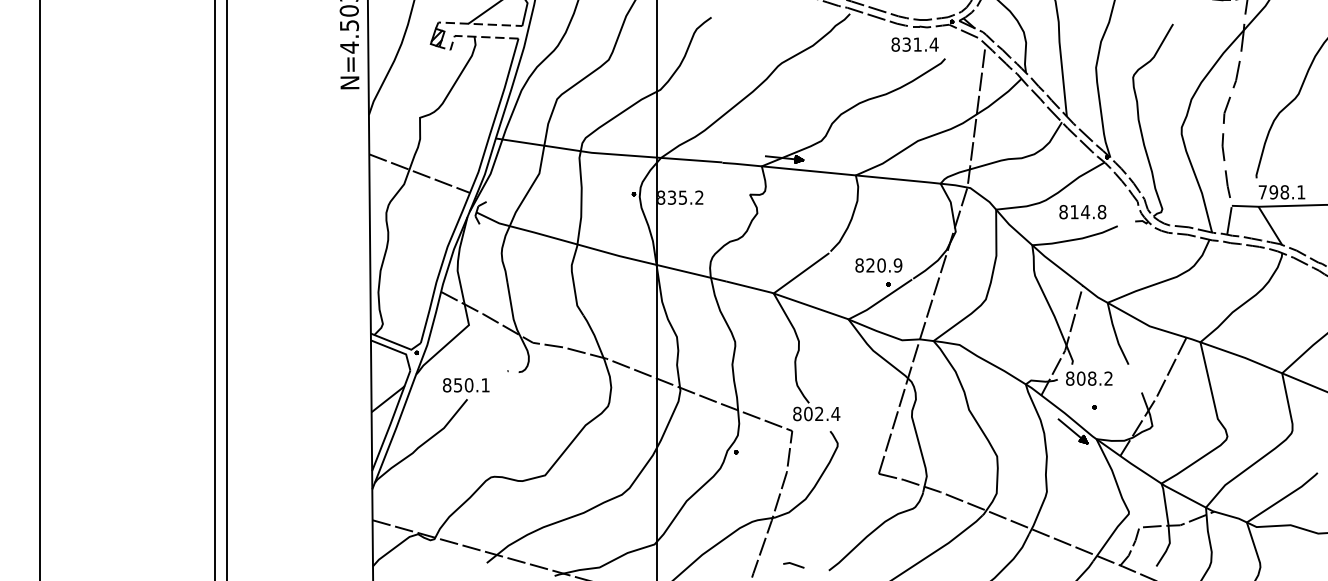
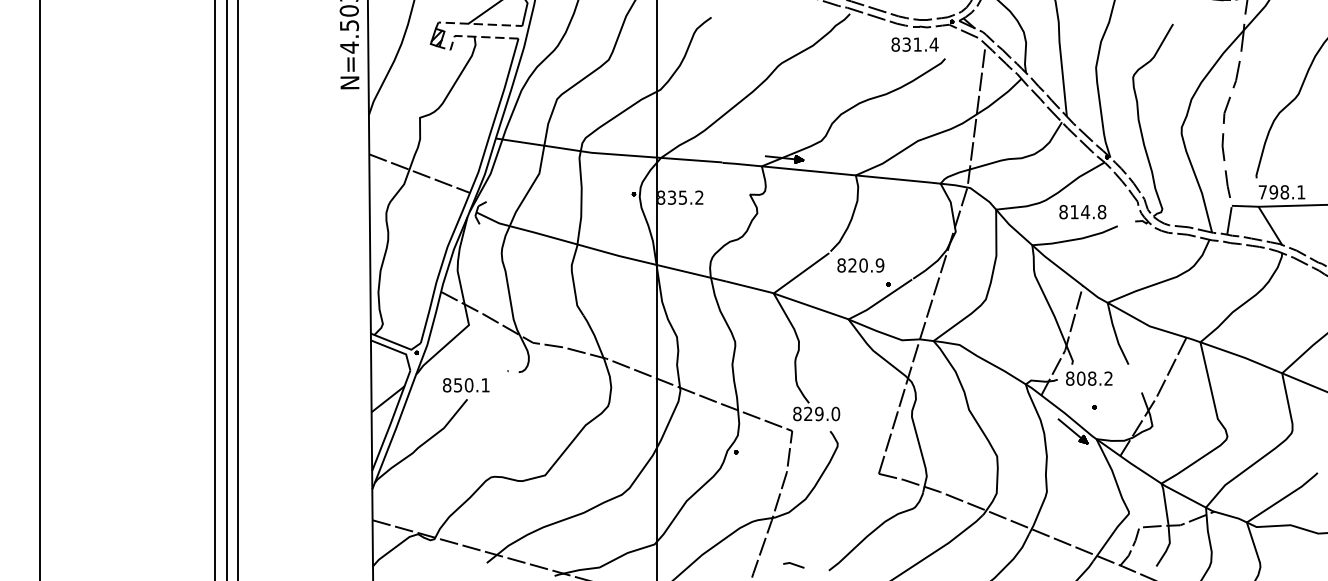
text at (878, 265) position: (878, 265) -> (860, 265)
line at (238, 289): none -> present
text at (822, 413): 802.4 -> 829.0
